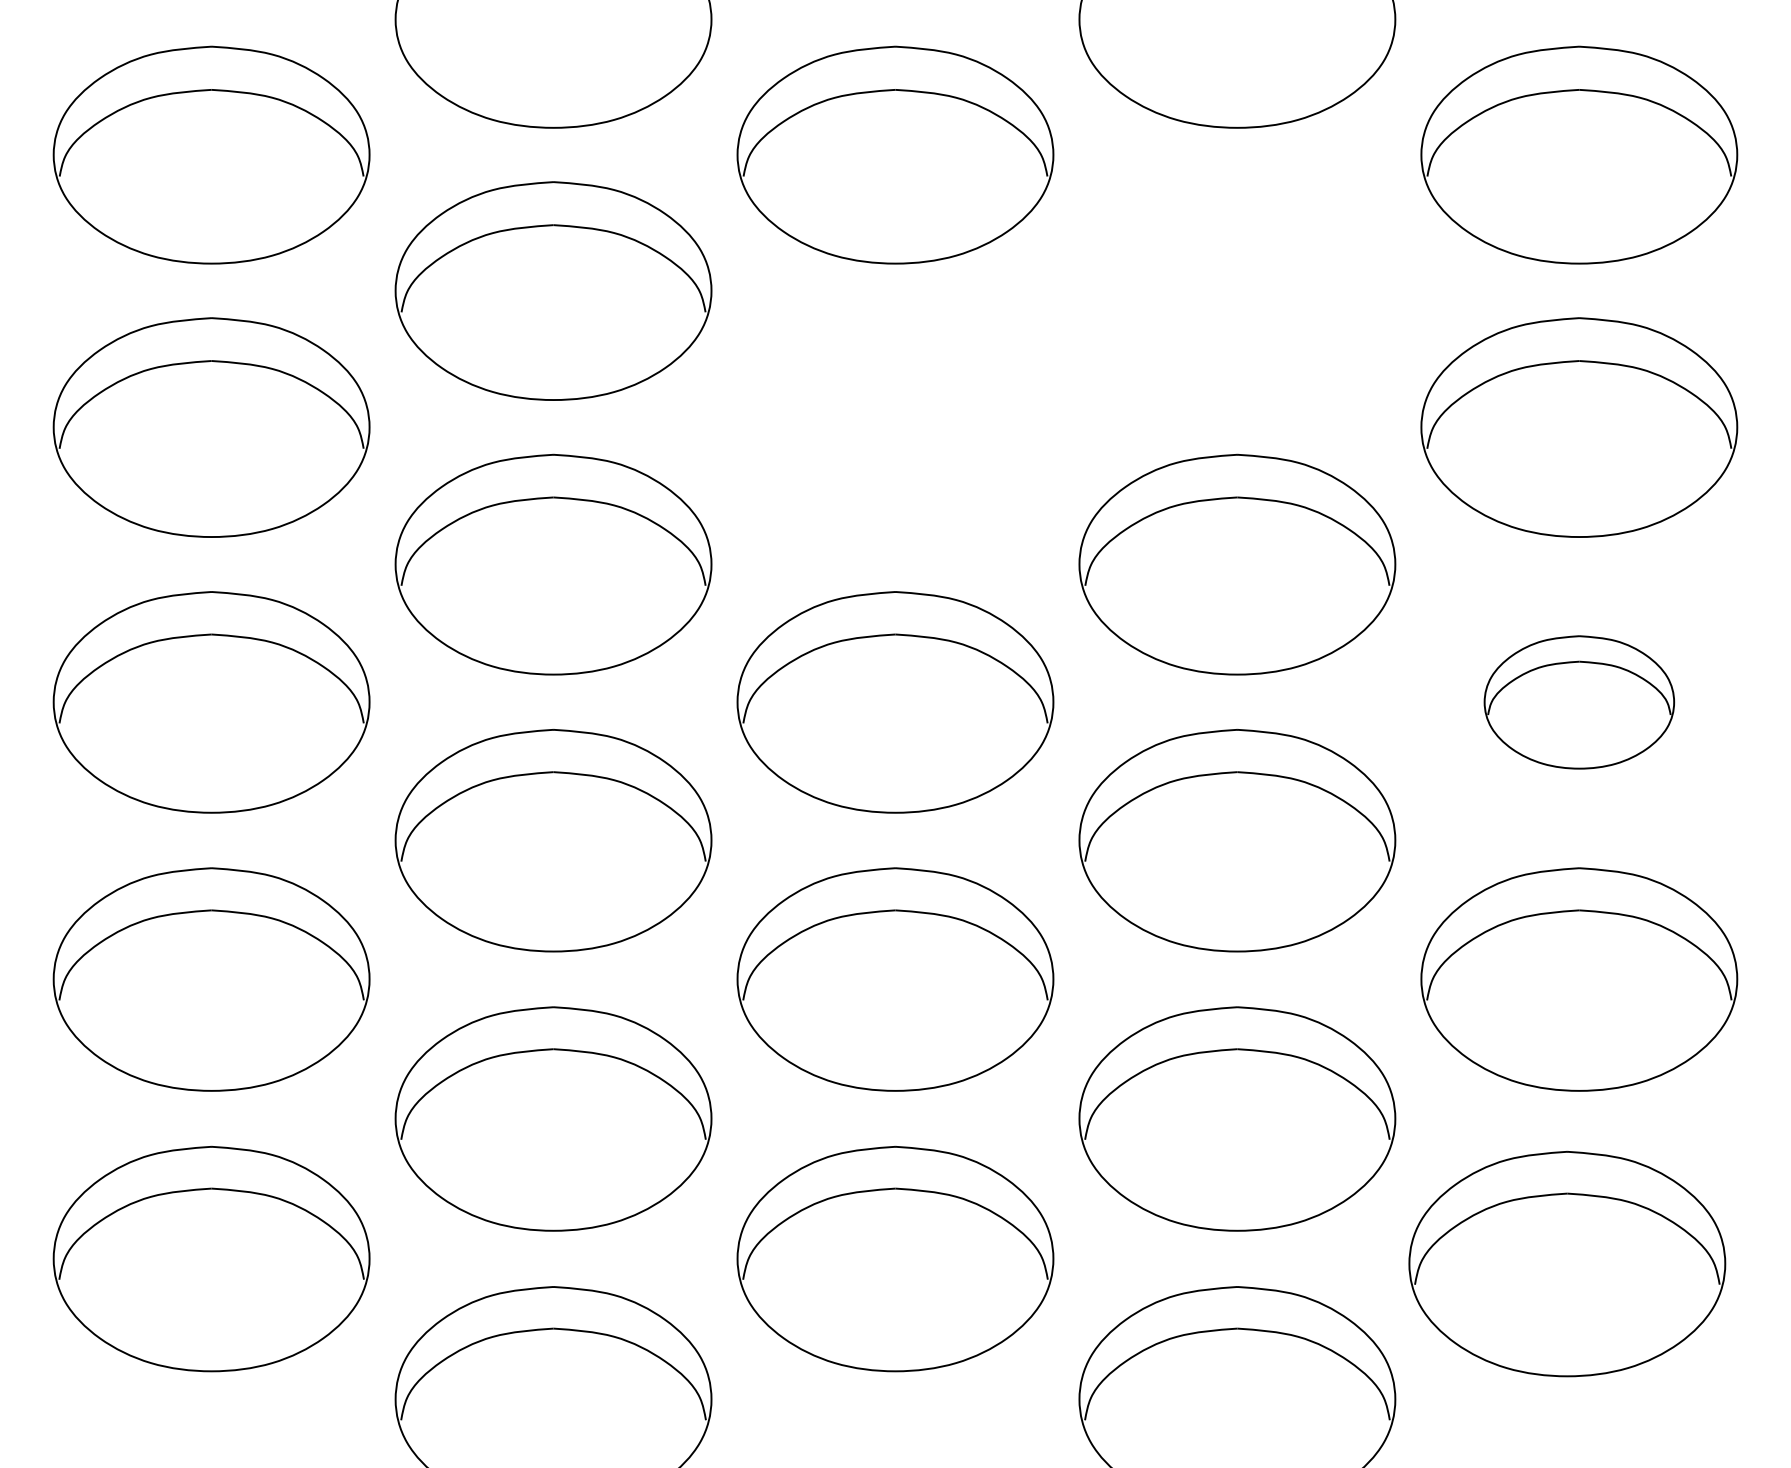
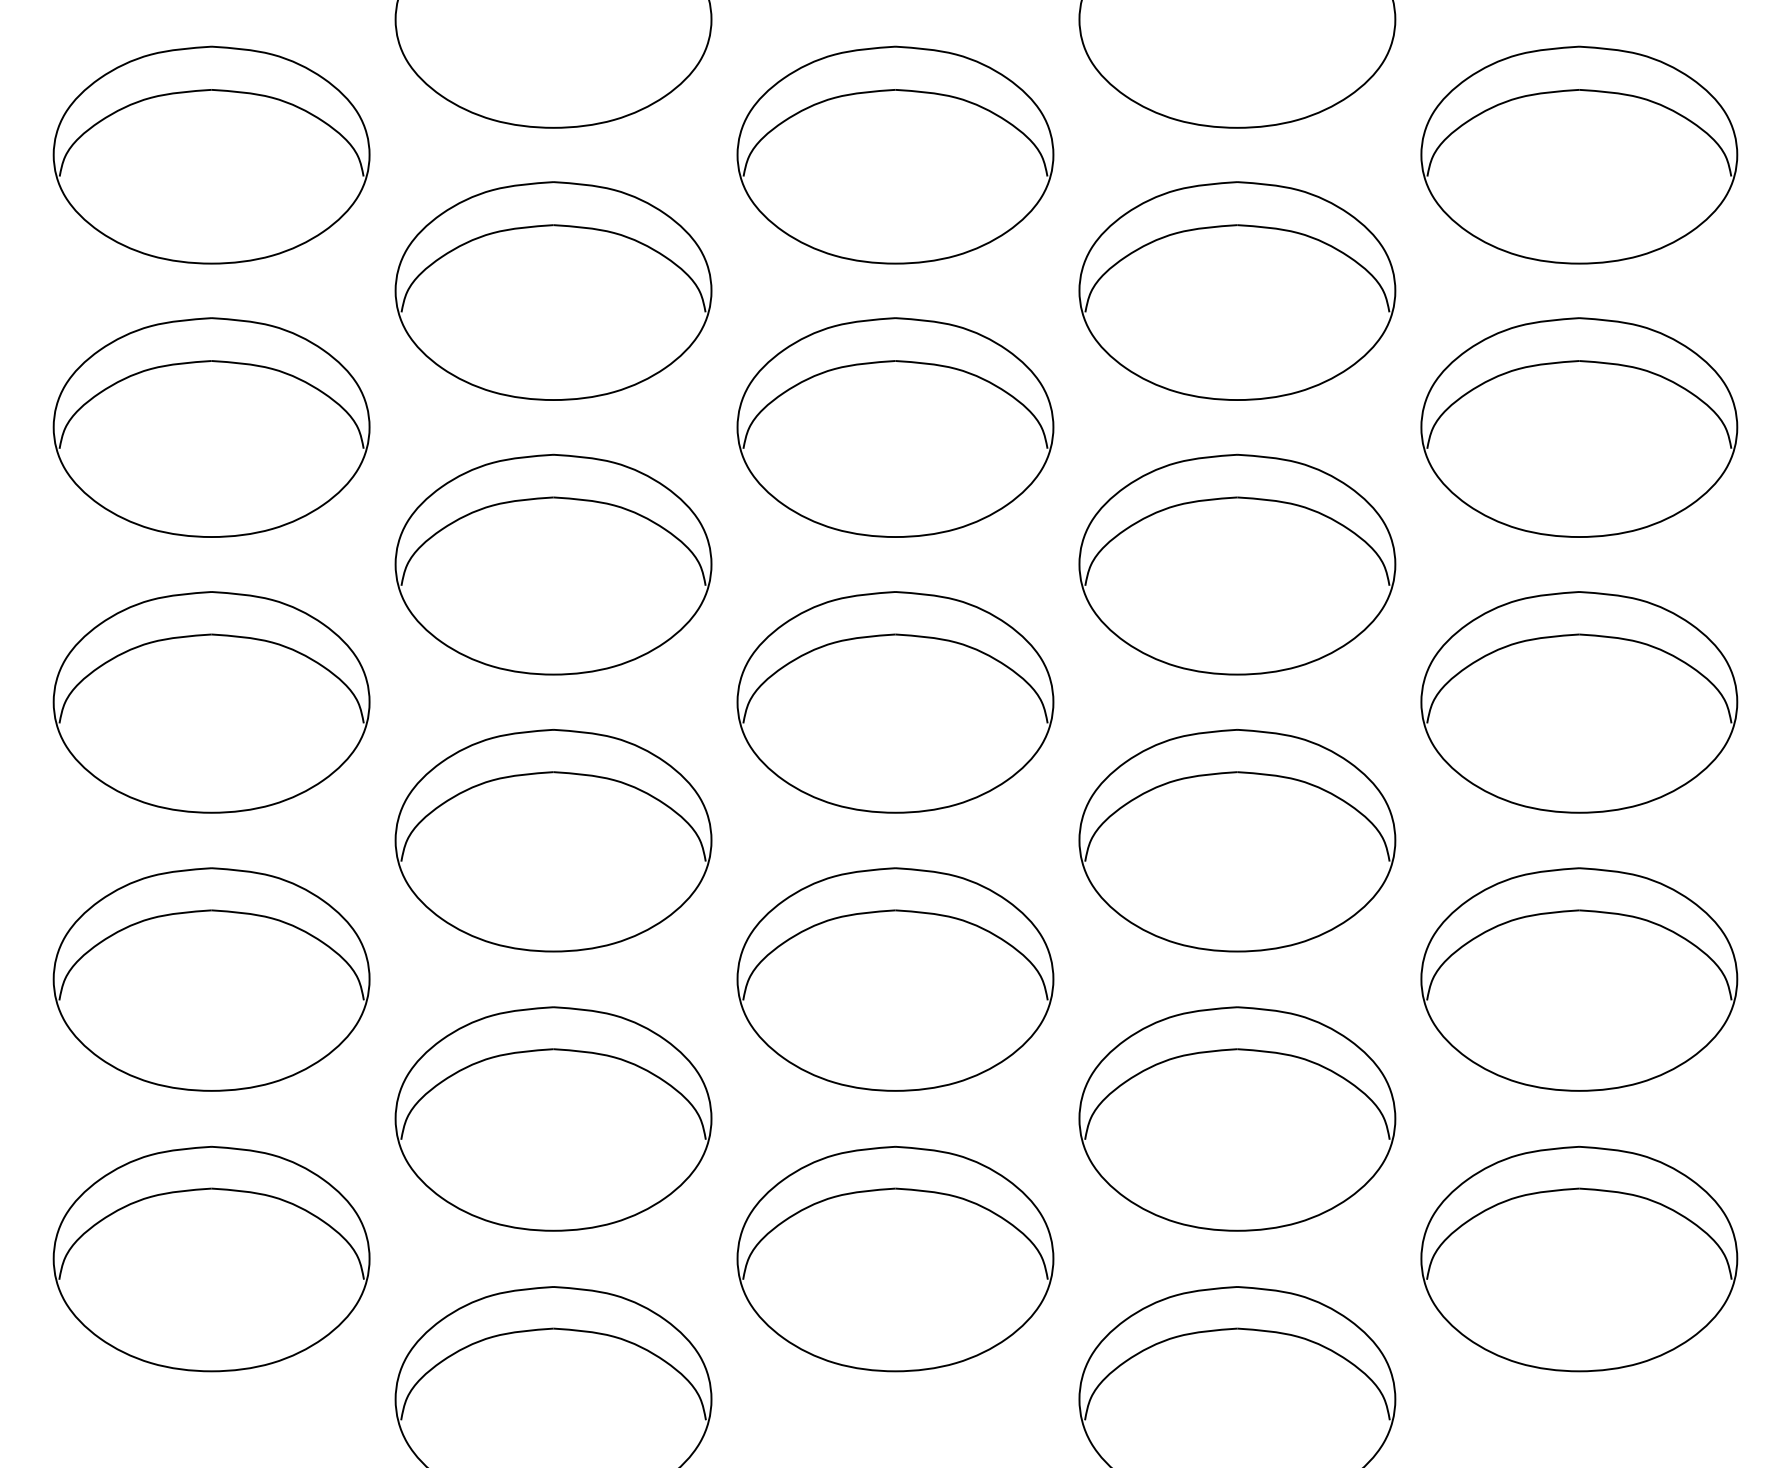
part at (1237, 290): none -> present
part at (895, 427): none -> present
part at (1579, 702) size: 193x135 px -> 319x223 px
part at (1567, 1263) position: (1567, 1263) -> (1579, 1258)
